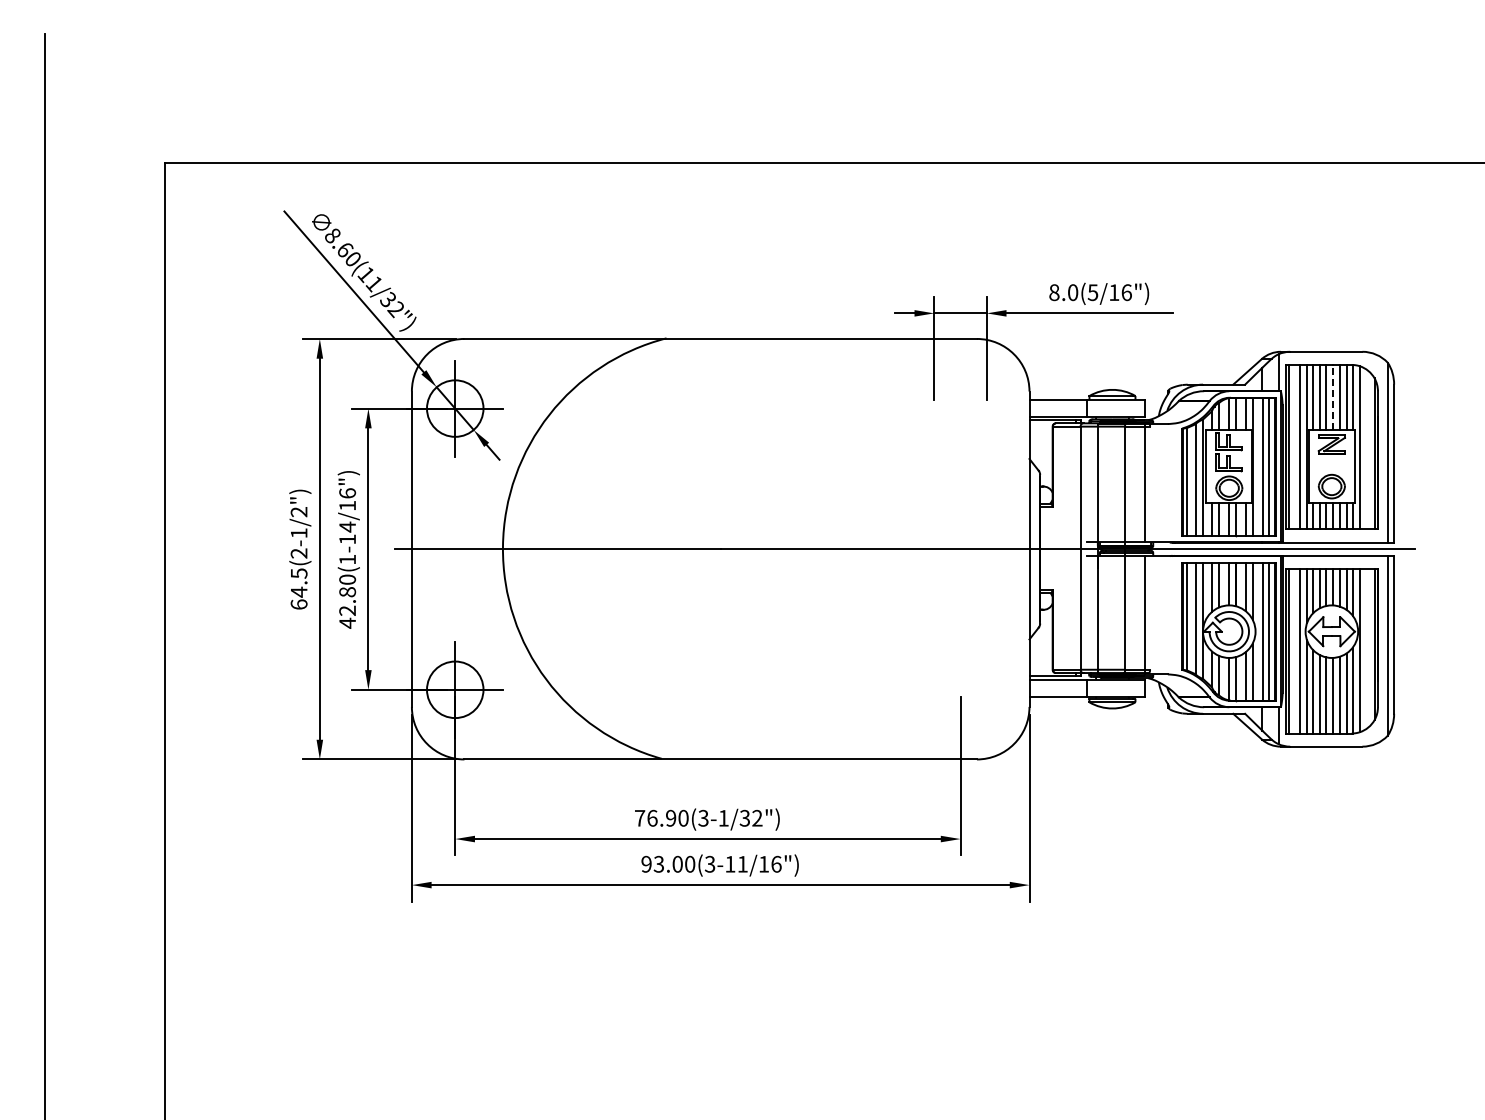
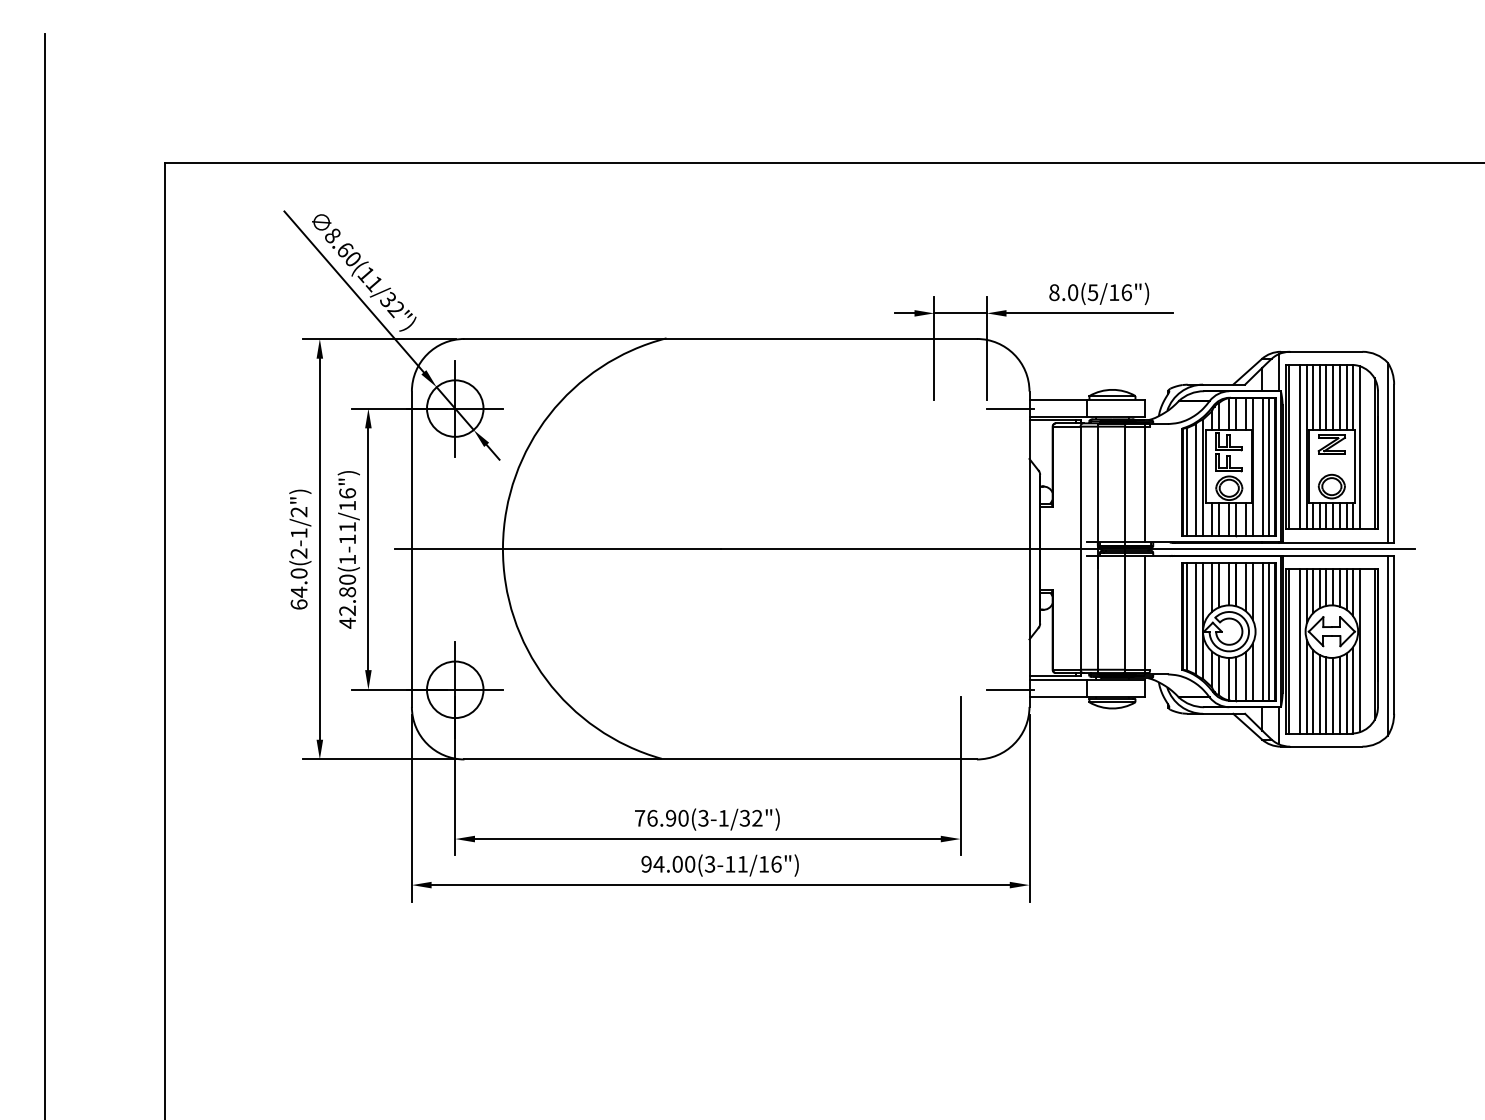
line at (1333, 397): dashed -> solid
line at (1010, 408): none -> present
text at (347, 526): 42.80(1-14/16") -> 42.80(1-11/16")
text at (298, 573): 64.5(2-1/2") -> 64.0(2-1/2")
line at (1010, 689): none -> present
text at (658, 863): 93.00(3-11/16") -> 94.00(3-11/16")
